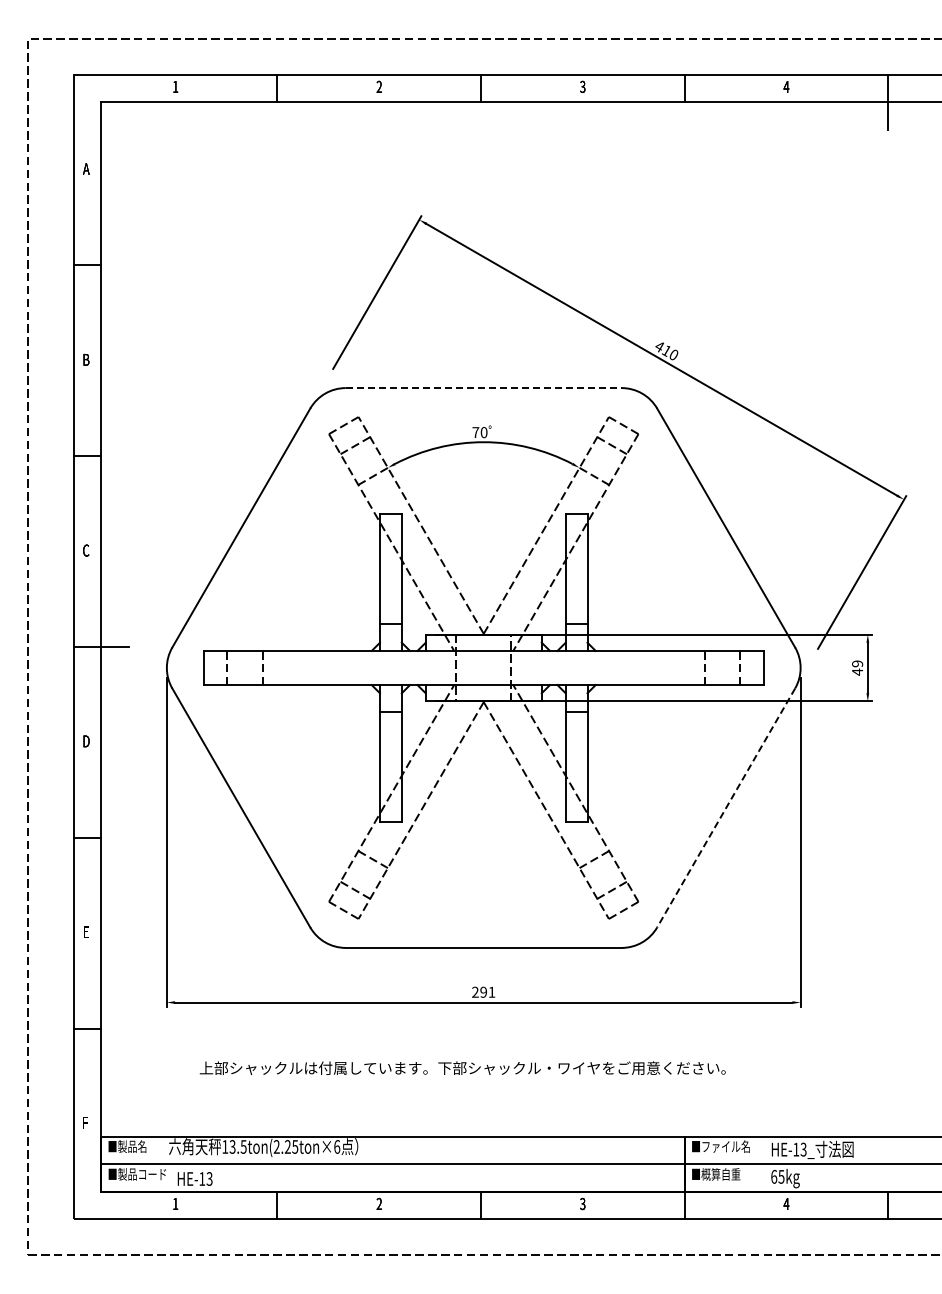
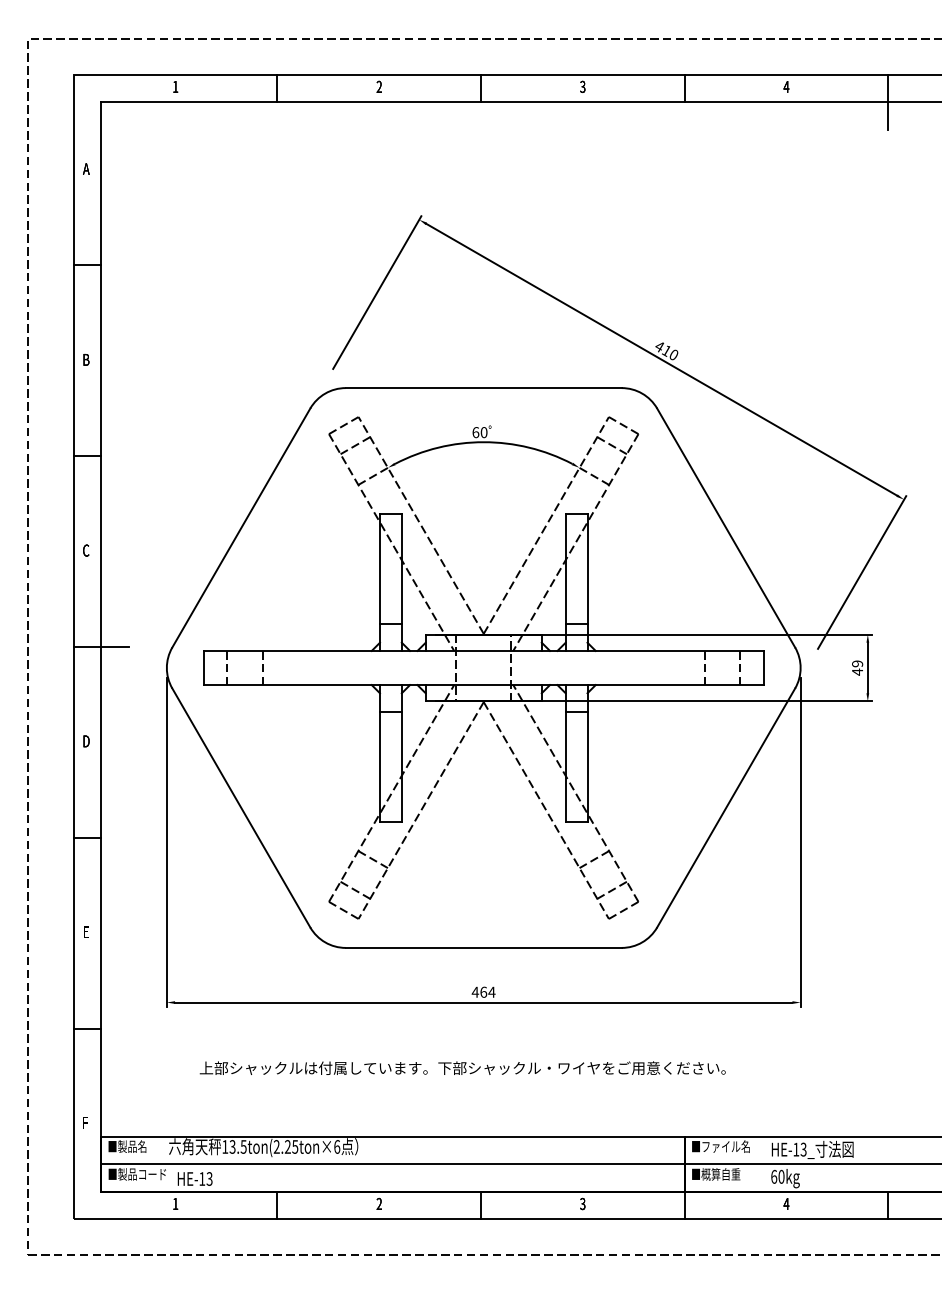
line at (483, 388): dashed -> solid
text at (475, 432): 70 -> 60
line at (726, 807): dashed -> solid
text at (483, 991): 291 -> 464
text at (781, 1176): 65kg -> 60kg
